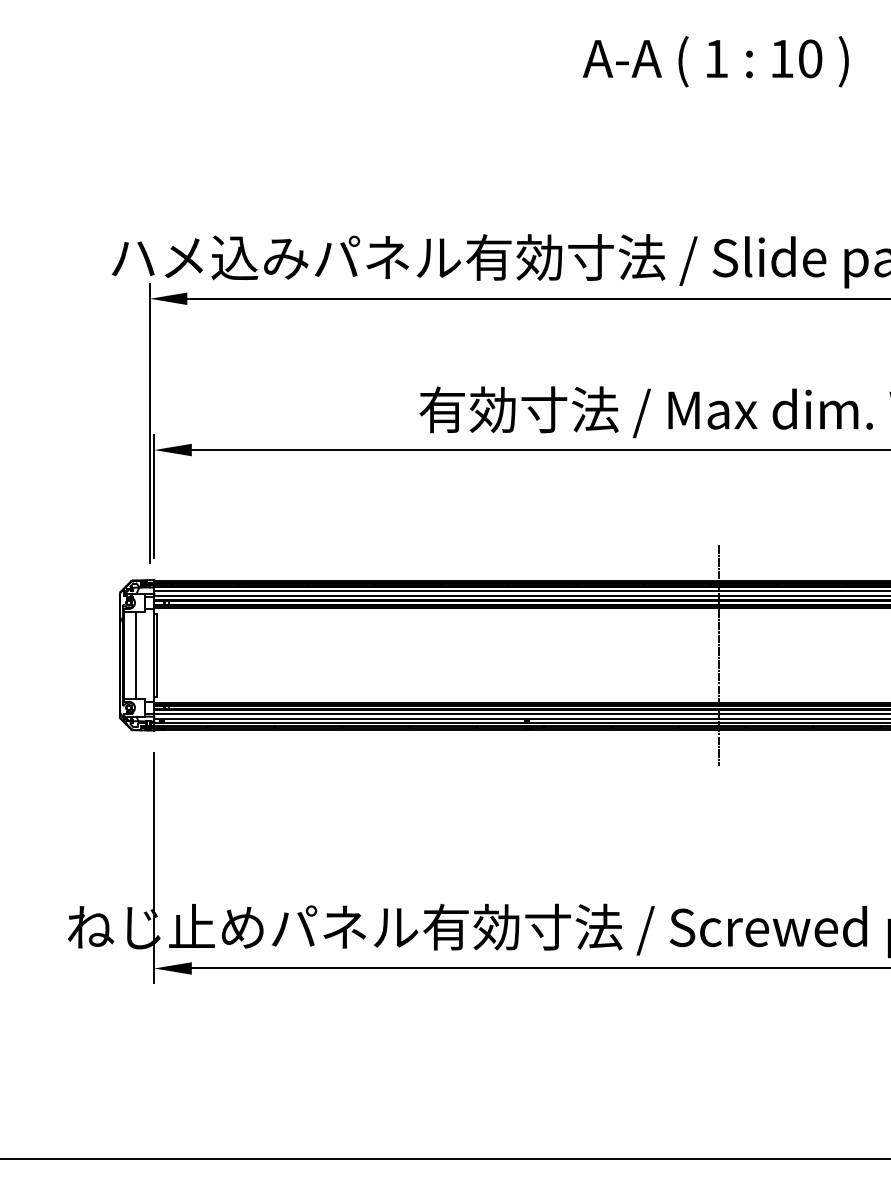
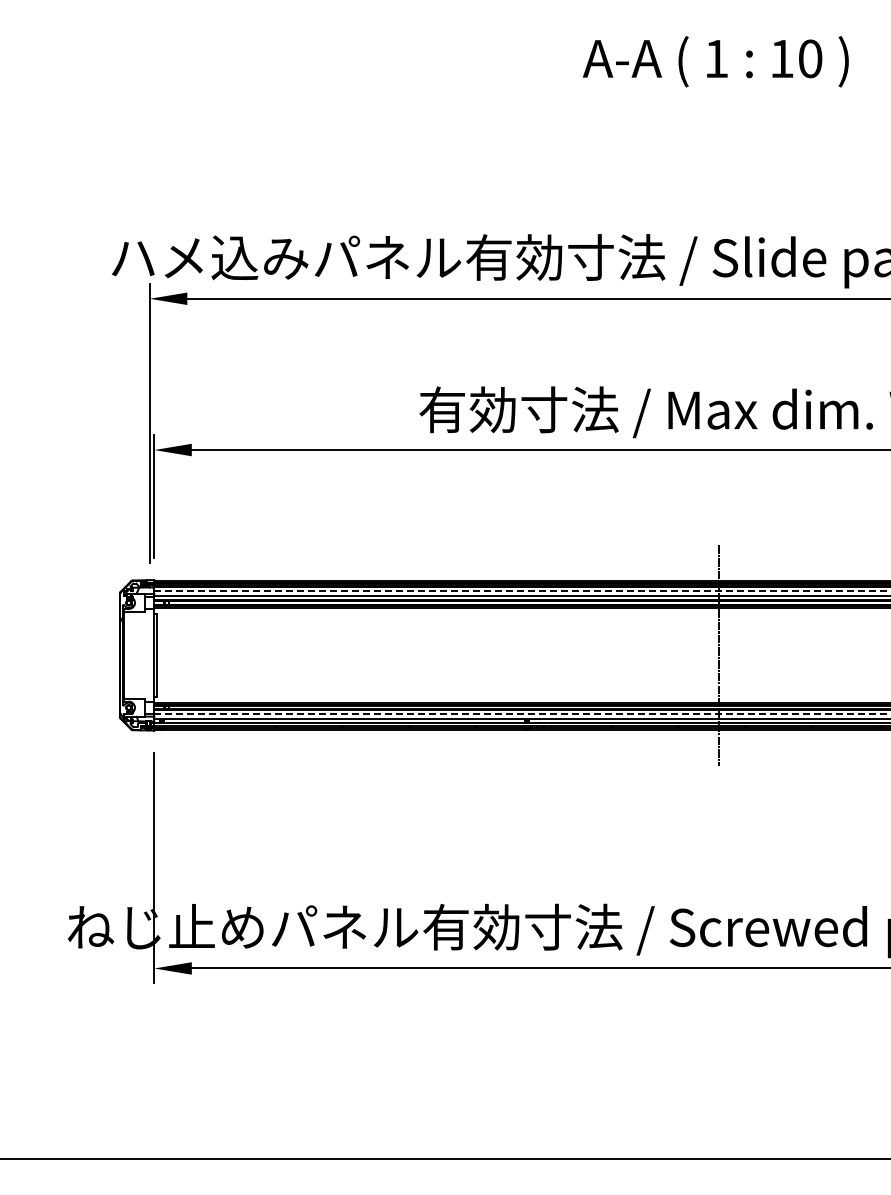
line at (523, 591): solid -> dashed
line at (136, 654): present -> none
line at (523, 714): solid -> dashed
